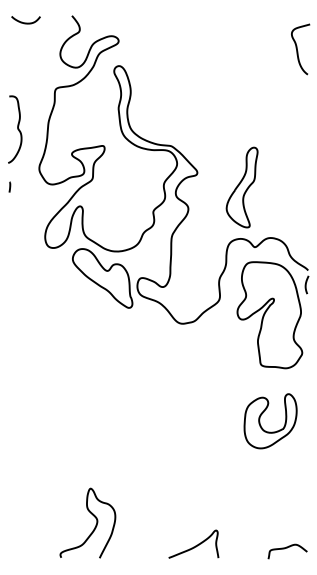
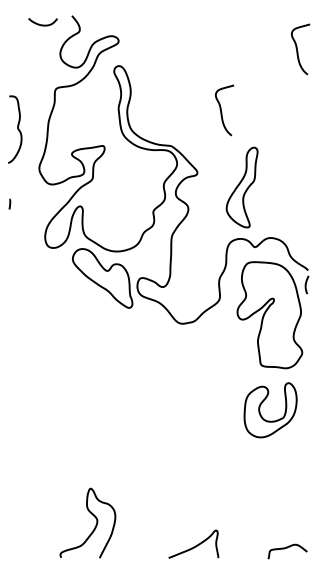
curve at (25, 22) position: (25, 22) -> (42, 24)
curve at (222, 112): none -> present
part at (9, 186) position: (9, 186) -> (9, 203)
part at (261, 425) position: (261, 425) -> (261, 414)
